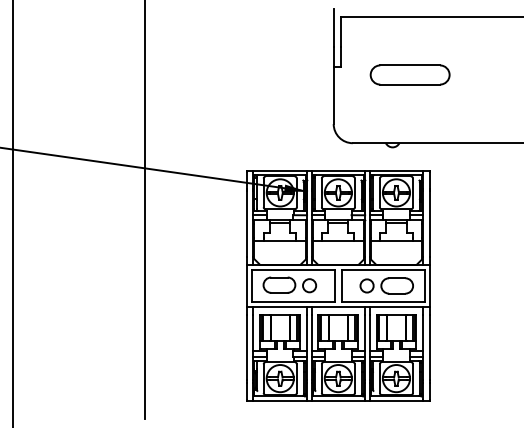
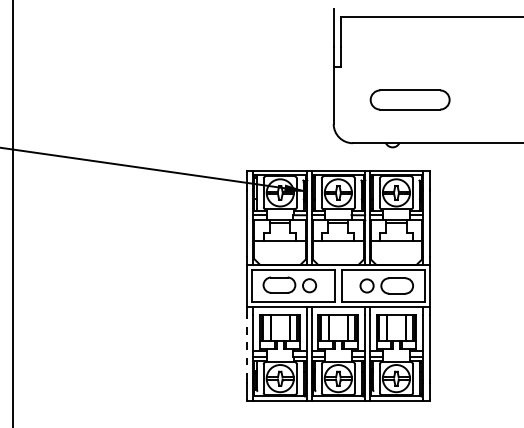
part at (409, 74) position: (409, 74) -> (409, 99)
line at (145, 210): present -> none
line at (247, 347): solid -> dashed
